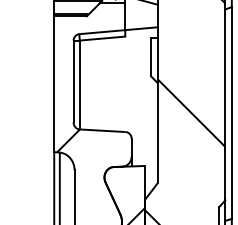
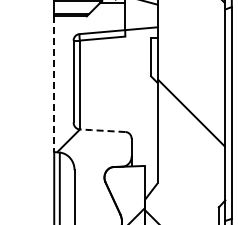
line at (54, 84): solid -> dashed
line at (102, 130): solid -> dashed
